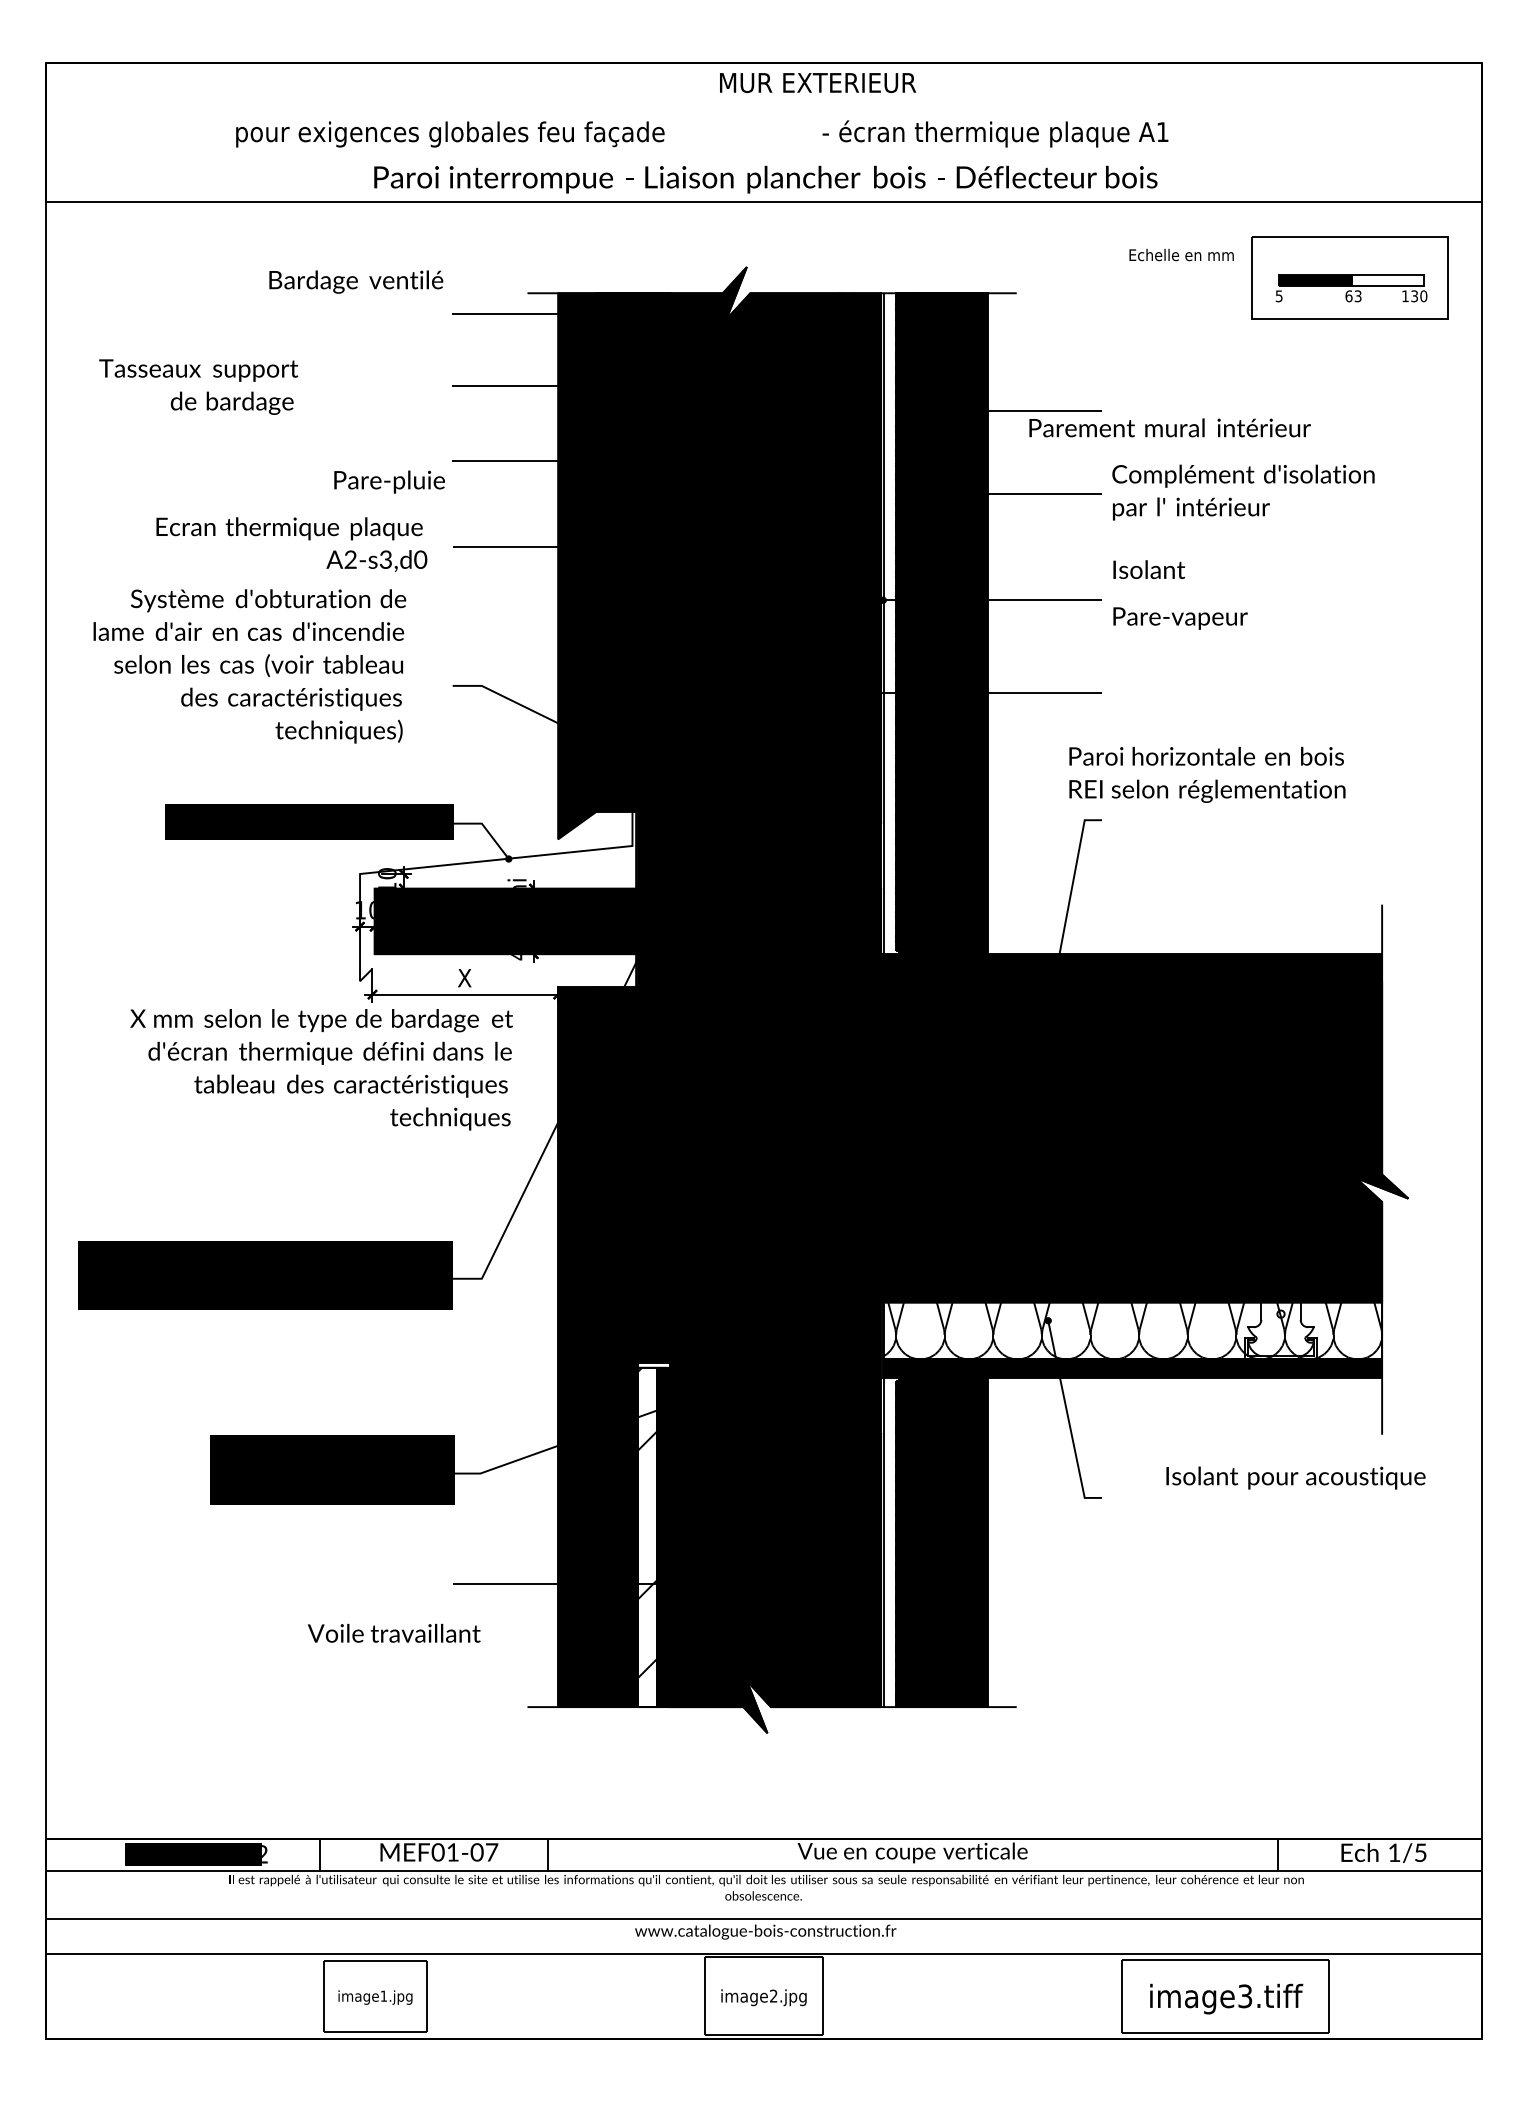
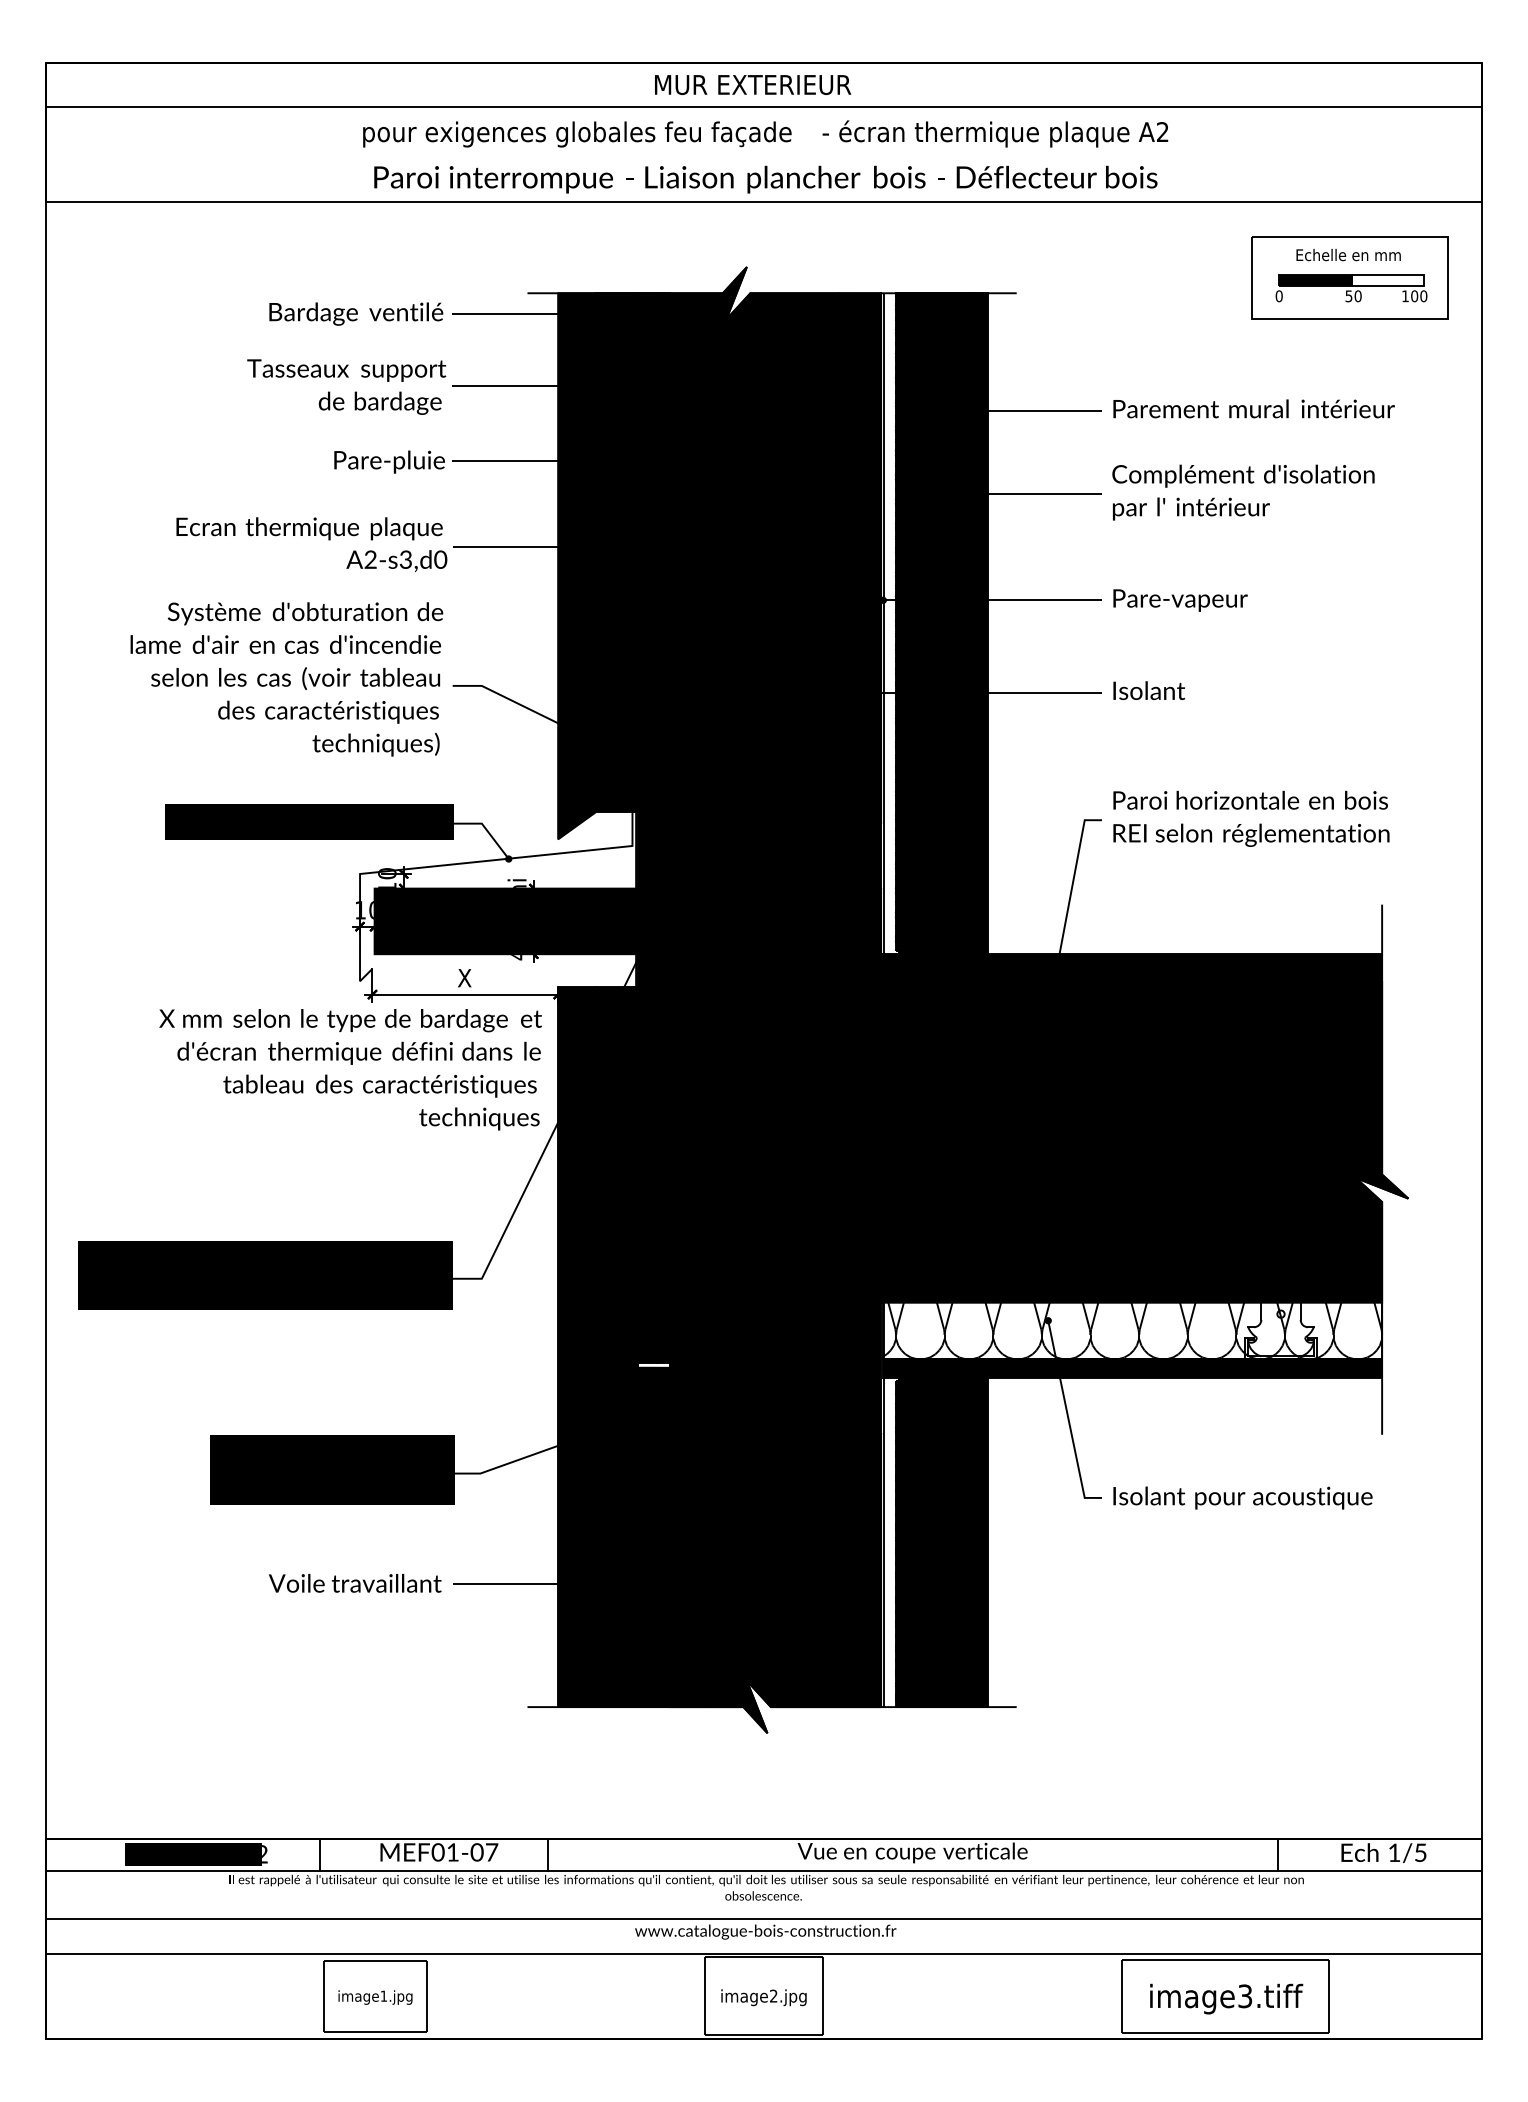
text at (818, 83) position: (818, 83) -> (753, 85)
line at (763, 106): none -> present
text at (1162, 131): A1 -> A2
text at (450, 134) position: (450, 134) -> (577, 134)
text at (1181, 255) position: (1181, 255) -> (1348, 255)
text at (356, 281) position: (356, 281) -> (356, 313)
text at (1278, 296): 5 -> 0
text at (1353, 296): 63 -> 50
text at (1414, 296): 130 -> 100
text at (198, 386) position: (198, 386) -> (346, 386)
text at (1169, 427) position: (1169, 427) -> (1253, 408)
text at (389, 481) position: (389, 481) -> (389, 461)
text at (291, 544) position: (291, 544) -> (311, 544)
text at (1149, 569) position: (1149, 569) -> (1149, 690)
text at (1180, 618) position: (1180, 618) -> (1180, 600)
text at (249, 666) position: (249, 666) -> (286, 679)
text at (1207, 774) position: (1207, 774) -> (1251, 818)
text at (321, 1069) position: (321, 1069) -> (350, 1069)
text at (1295, 1477) position: (1295, 1477) -> (1242, 1497)
fill at (647, 1537): none -> present
text at (393, 1633) position: (393, 1633) -> (354, 1583)
